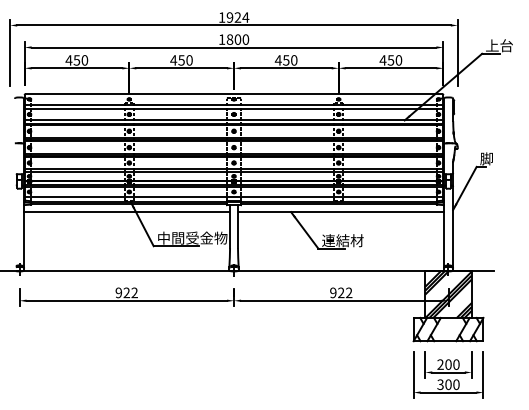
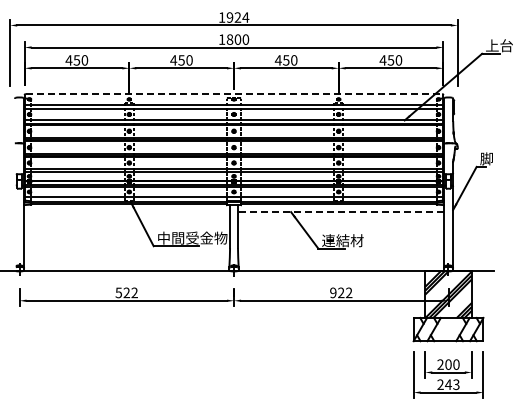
line at (234, 93): solid -> dashed
line at (126, 212): present -> none
line at (341, 212): solid -> dashed
text at (118, 292): 922 -> 522
text at (448, 384): 300 -> 243
